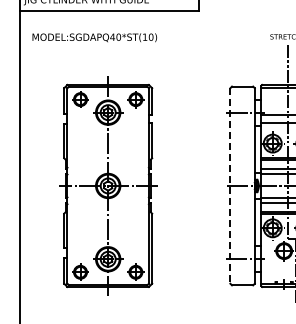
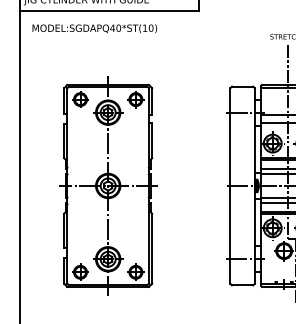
text at (94, 37) position: (94, 37) -> (94, 28)
line at (230, 185): dashed -> solid
